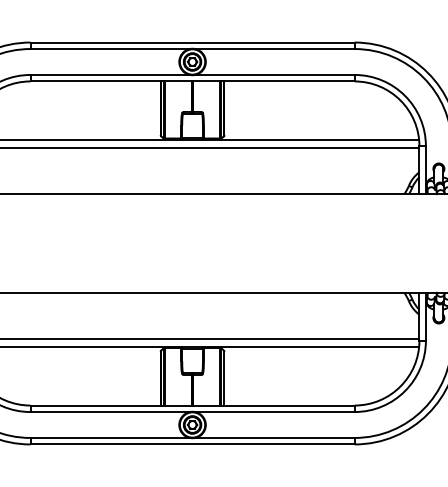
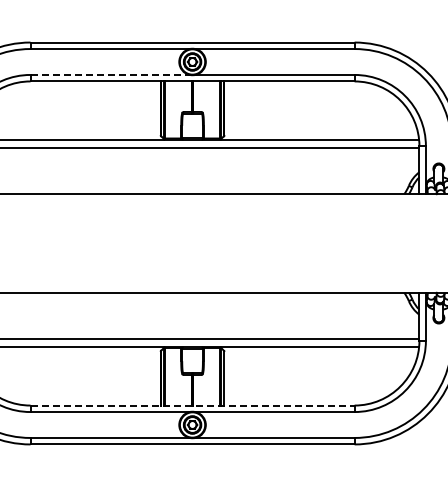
line at (110, 74): solid -> dashed
line at (193, 405): solid -> dashed
